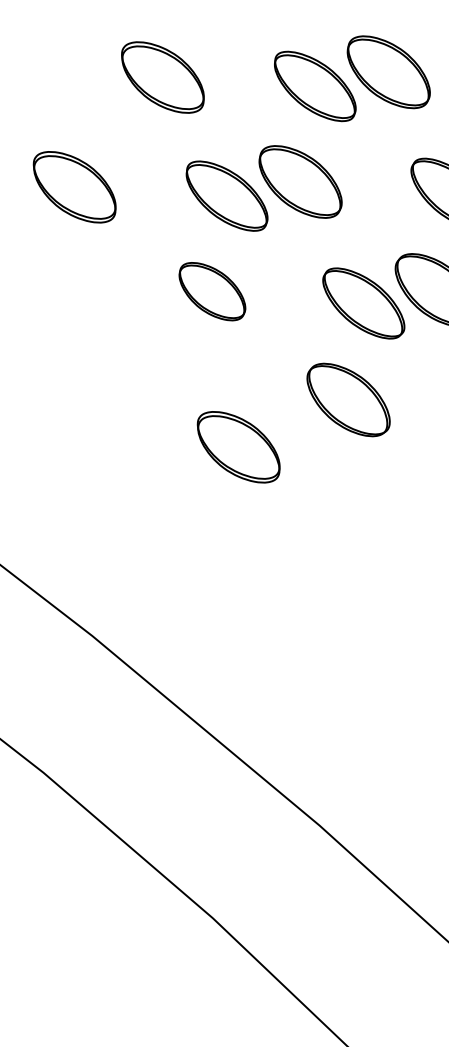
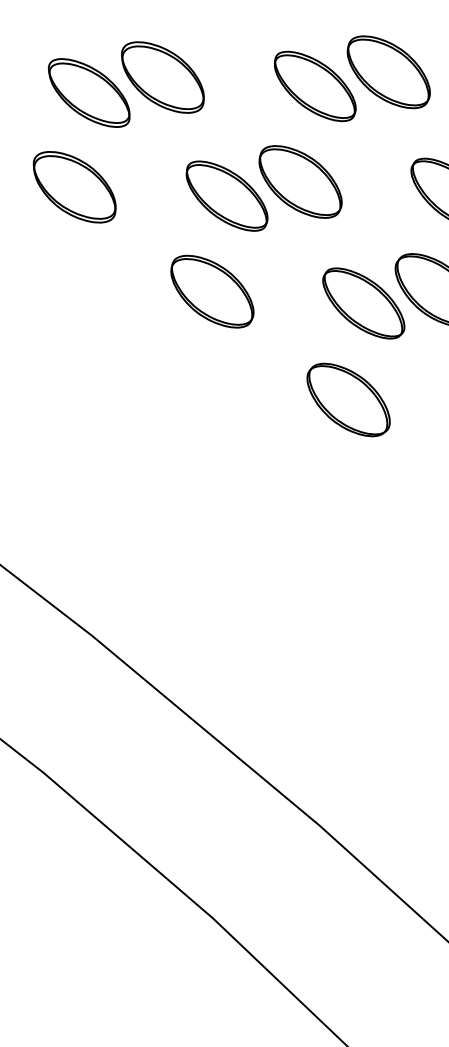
part at (89, 92): none -> present
part at (212, 291) size: 69x60 px -> 85x75 px
part at (238, 447): present -> none
